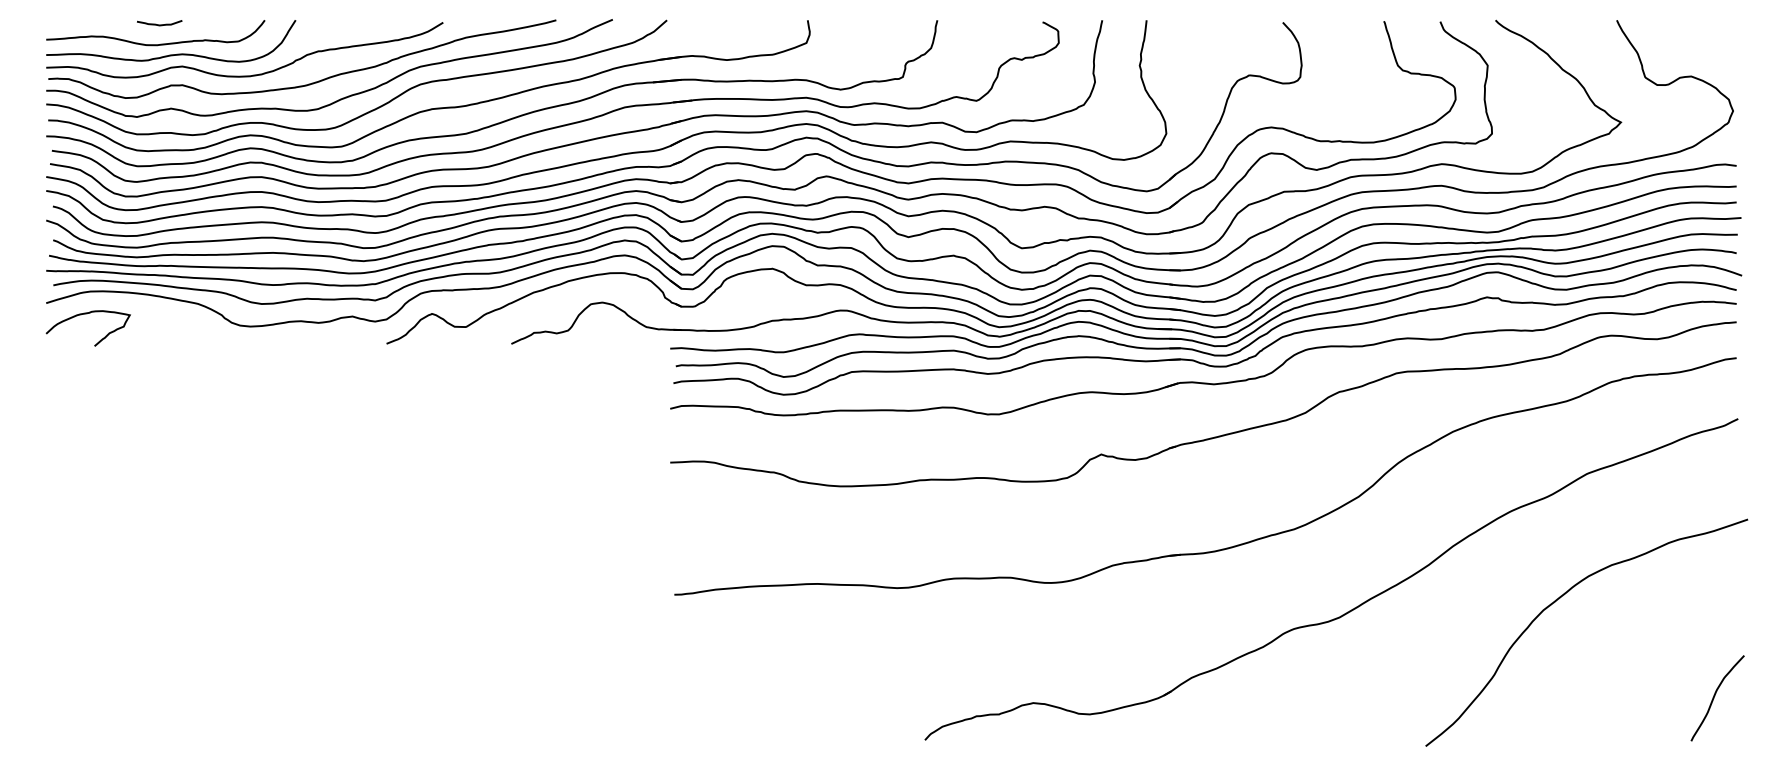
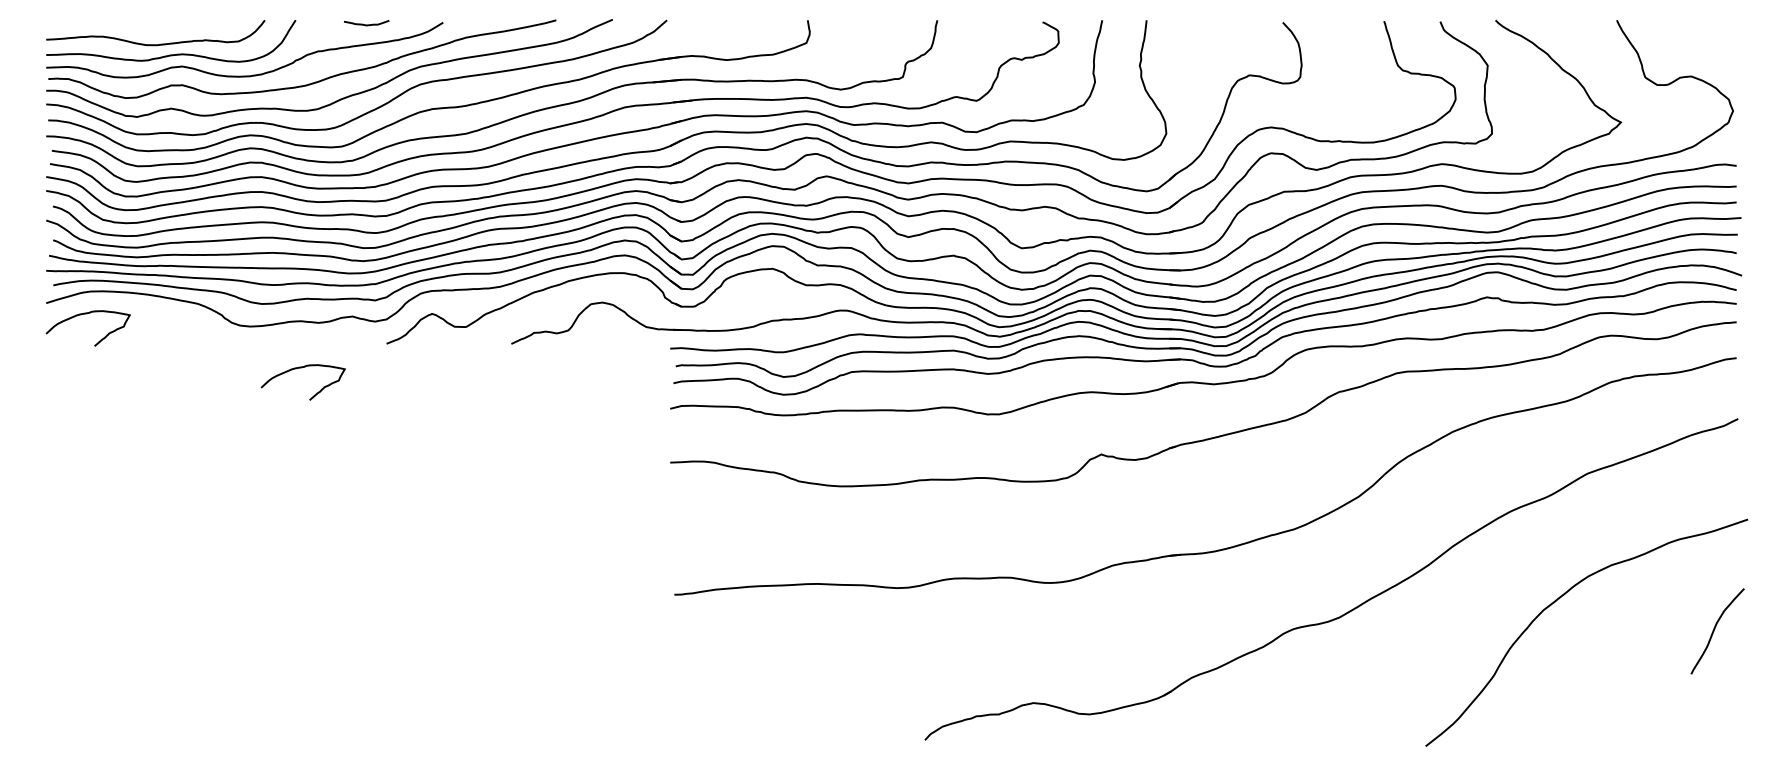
curve at (159, 24) position: (159, 24) -> (366, 24)
curve at (302, 368): none -> present
curve at (1715, 696) position: (1715, 696) -> (1715, 629)
